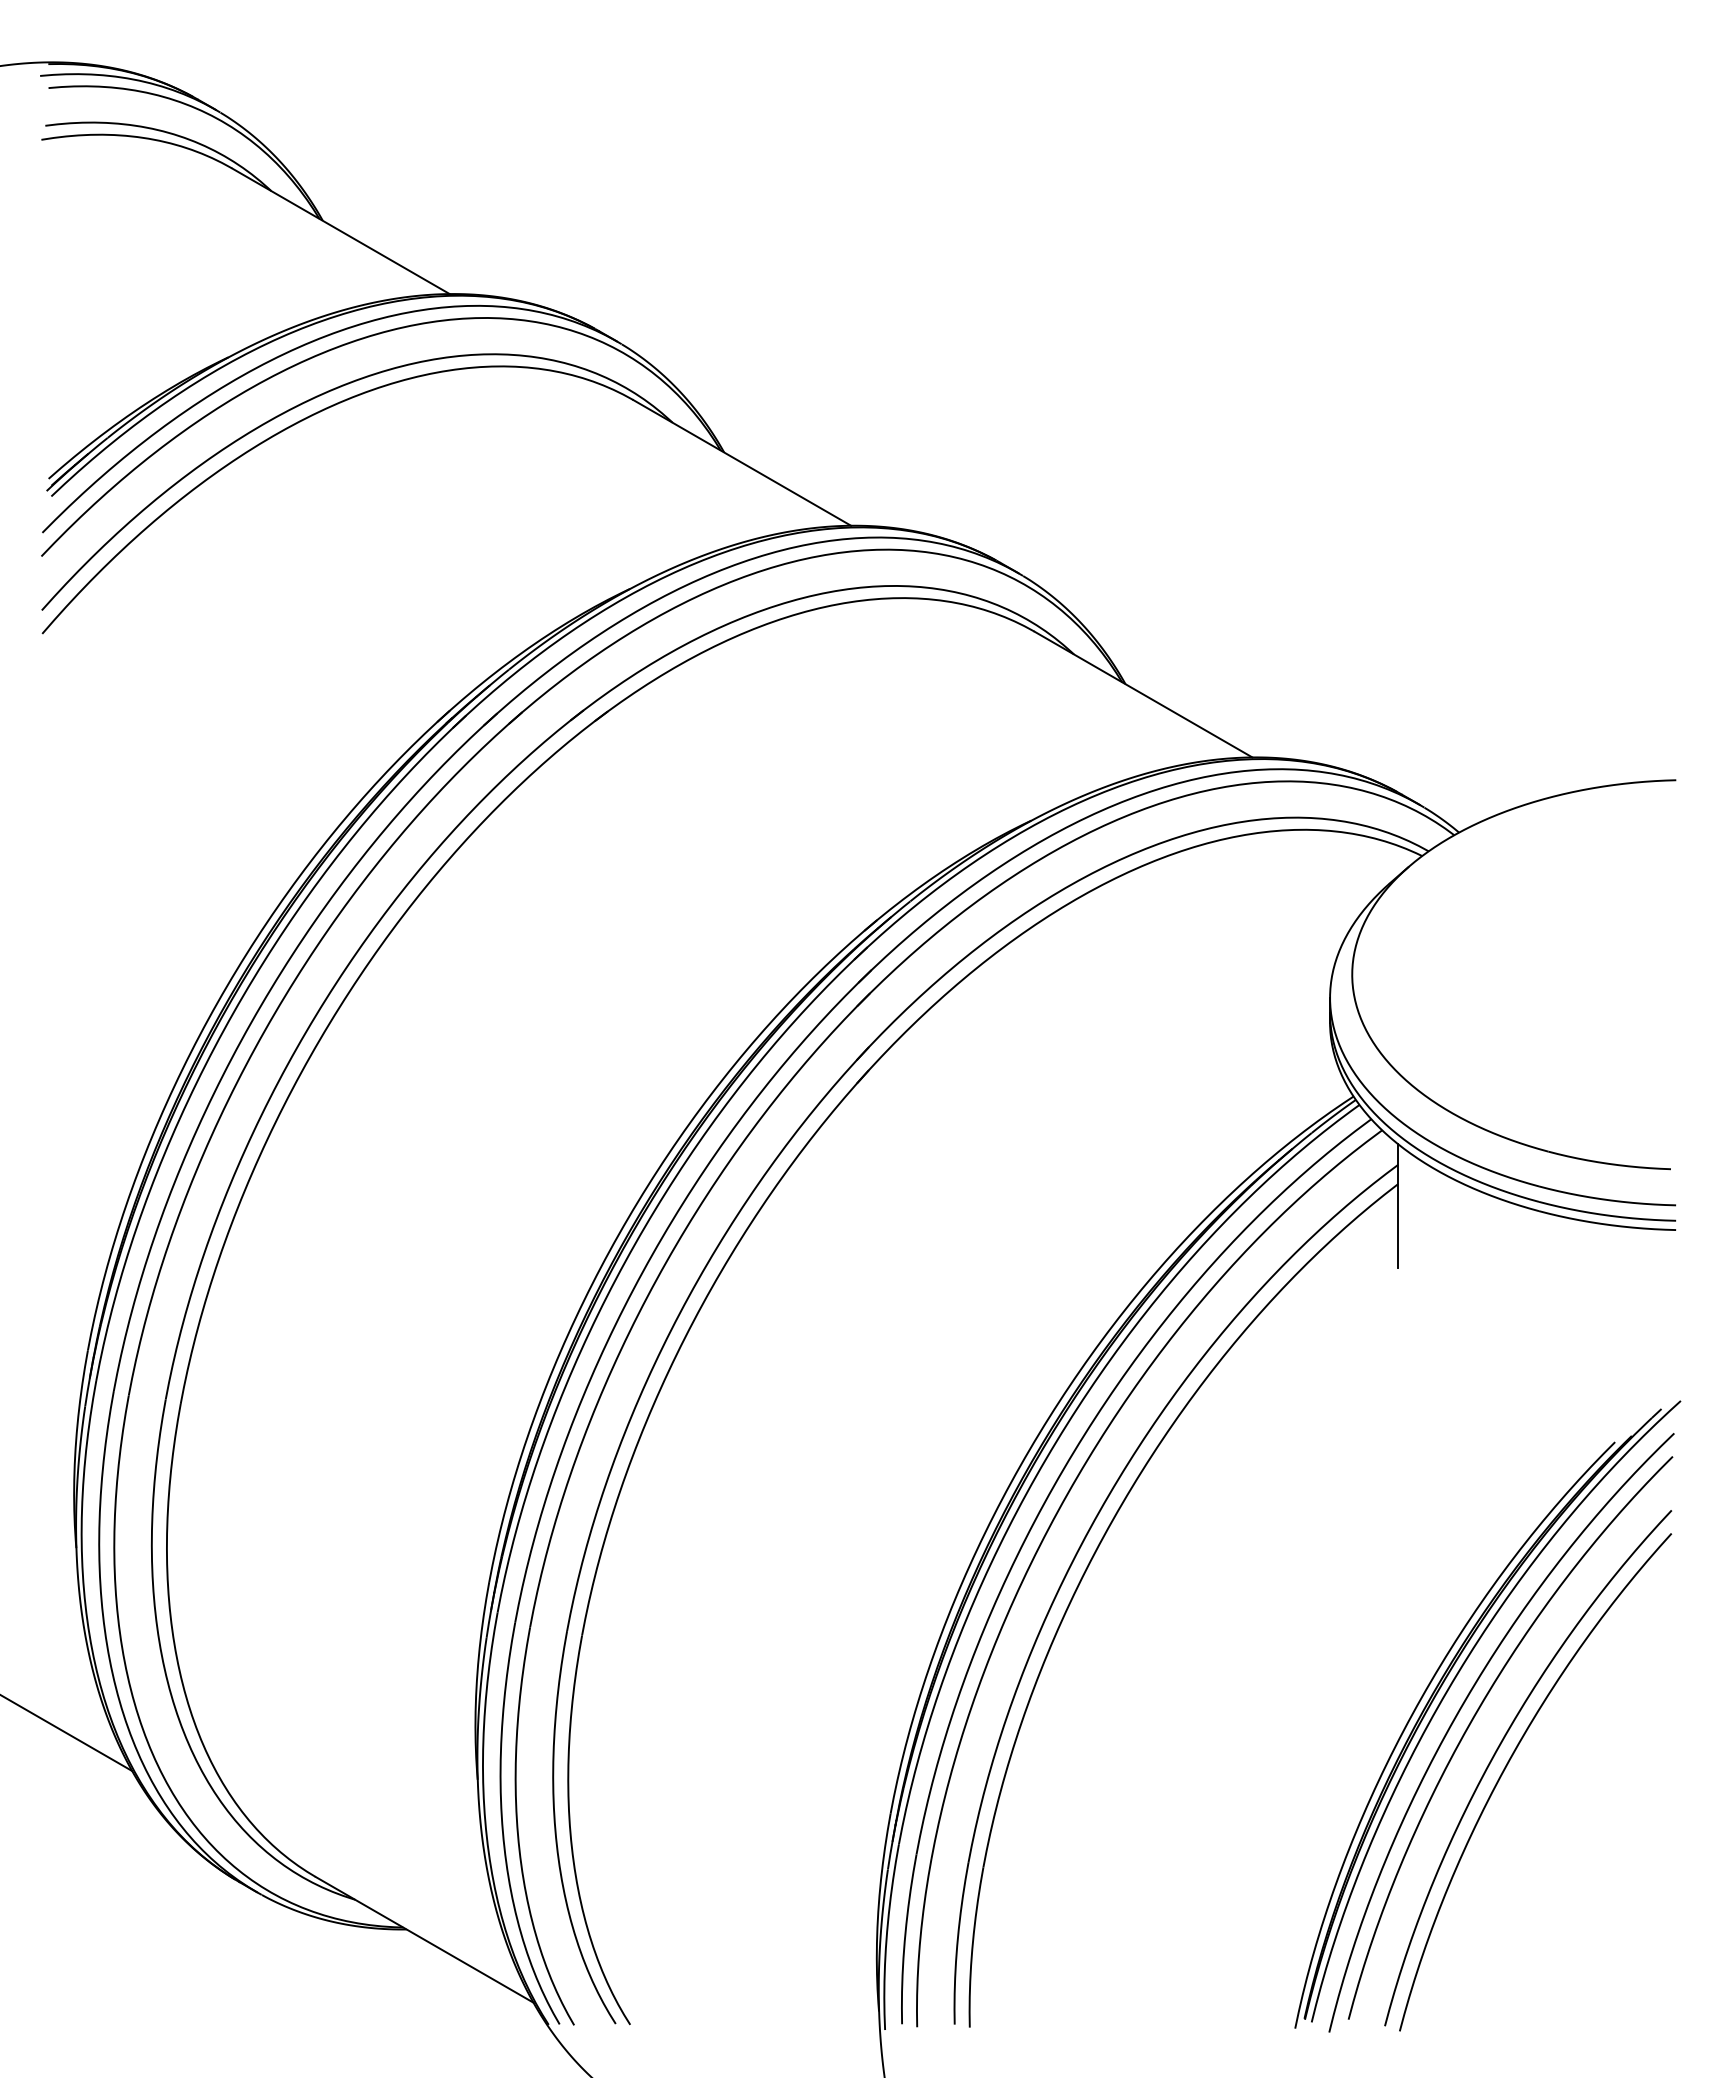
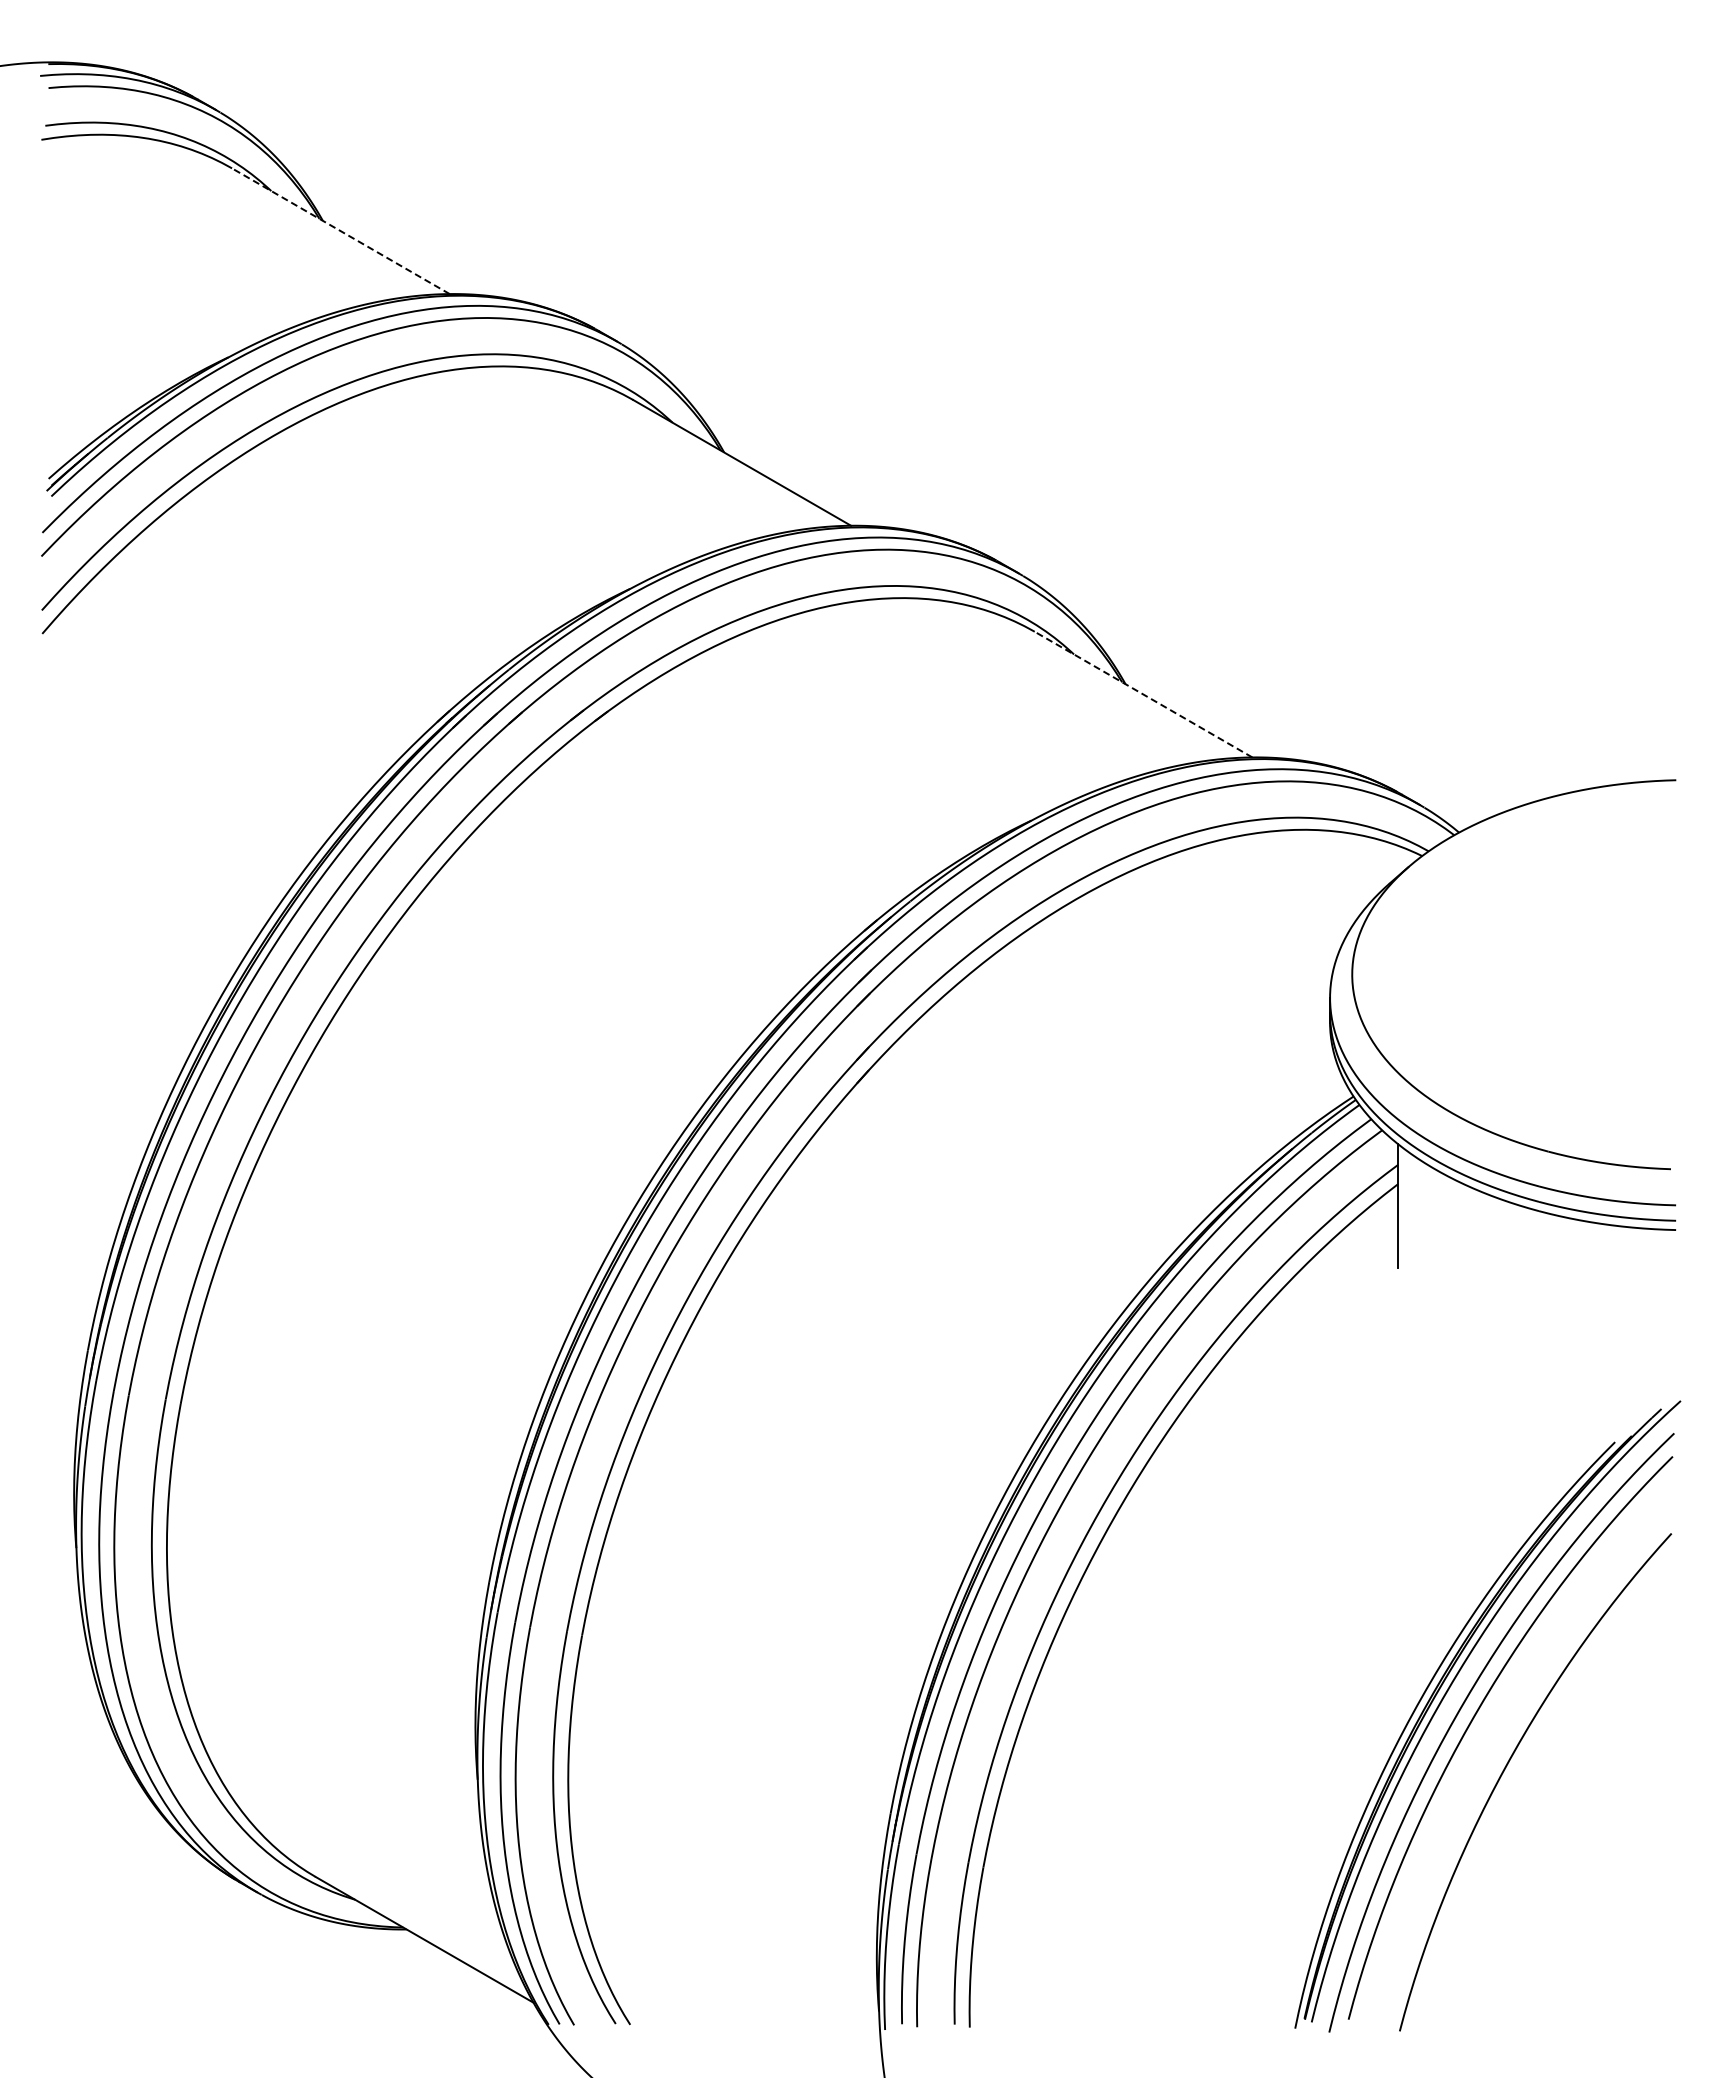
line at (340, 231): solid -> dashed
line at (1143, 694): solid -> dashed
line at (67, 1733): present -> none
curve at (1496, 1753): present -> none
